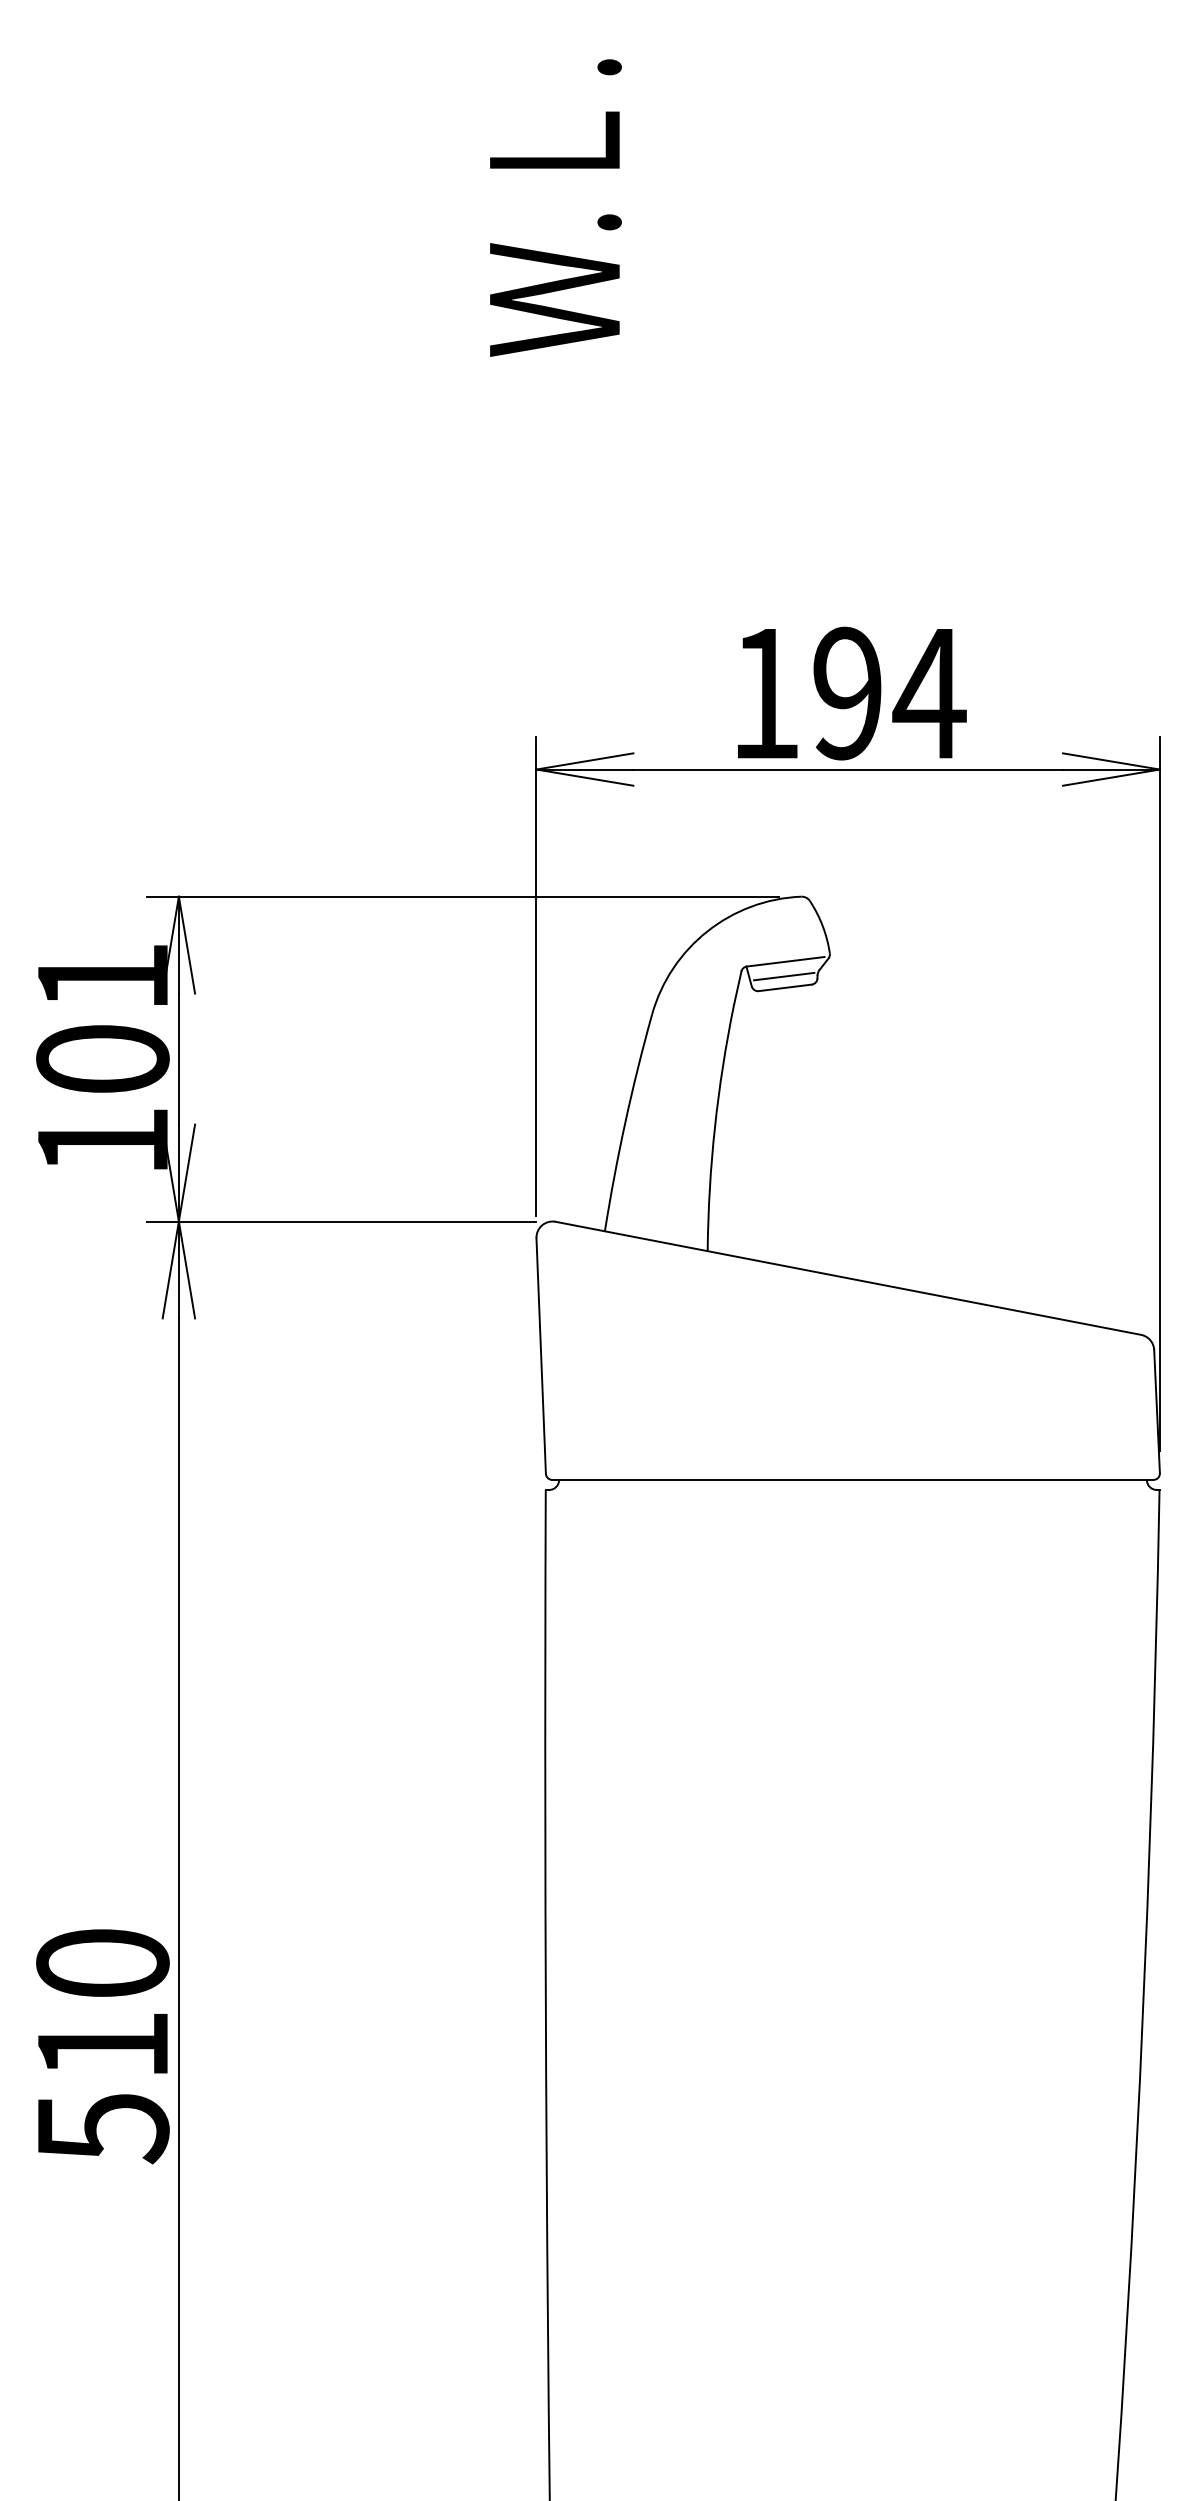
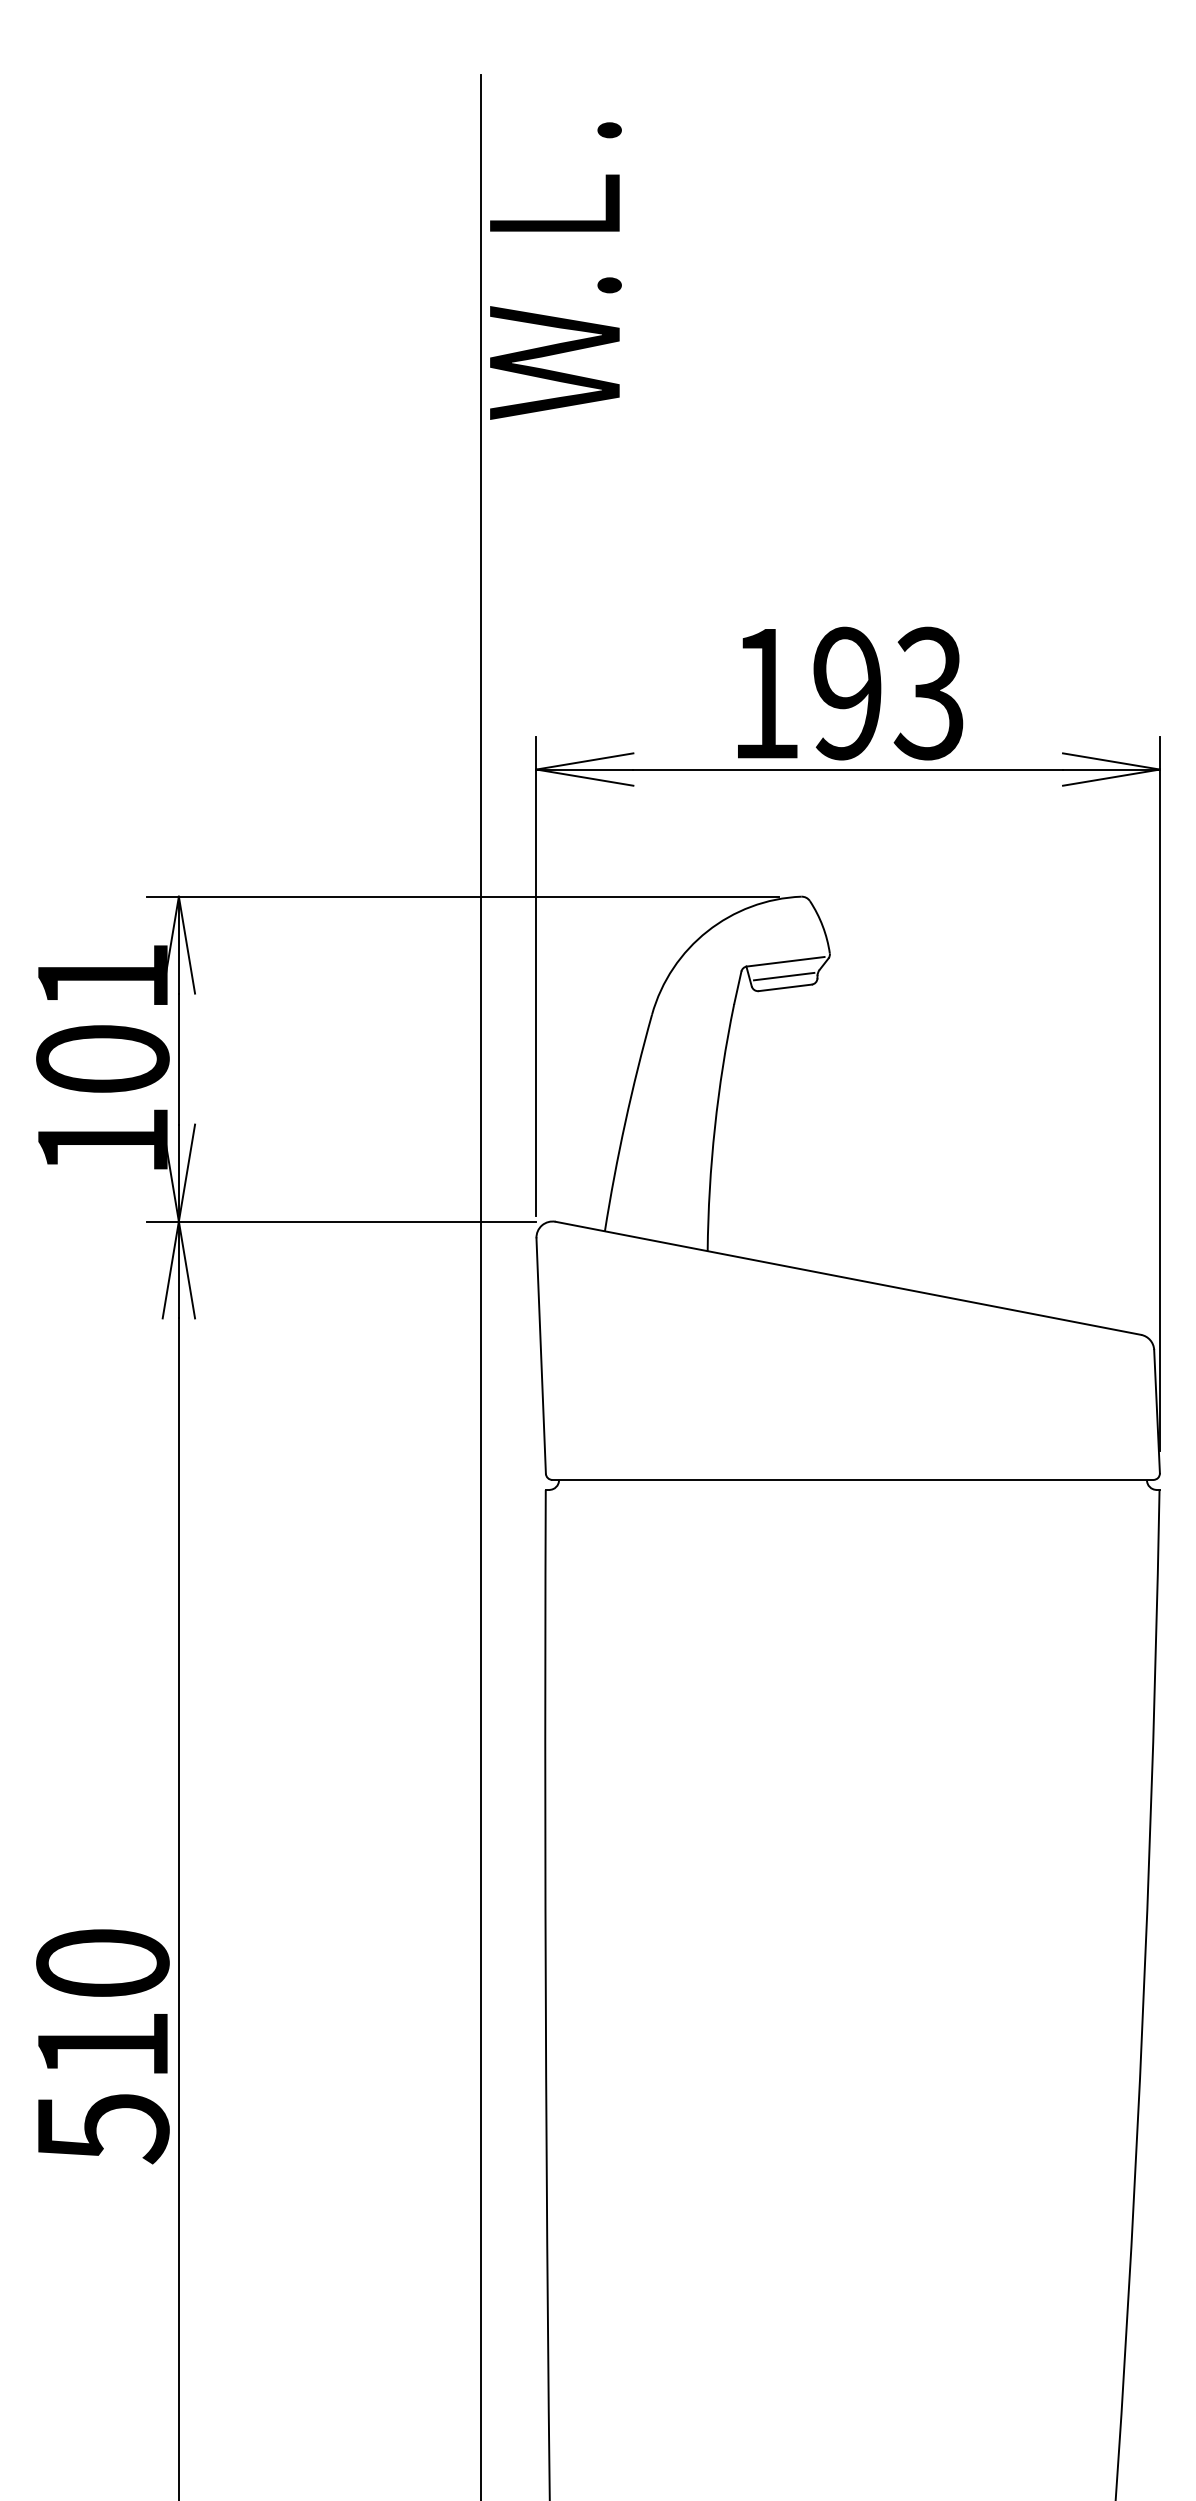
text at (555, 207) position: (555, 207) -> (555, 270)
text at (929, 693): 194 -> 193
line at (480, 1286): none -> present
